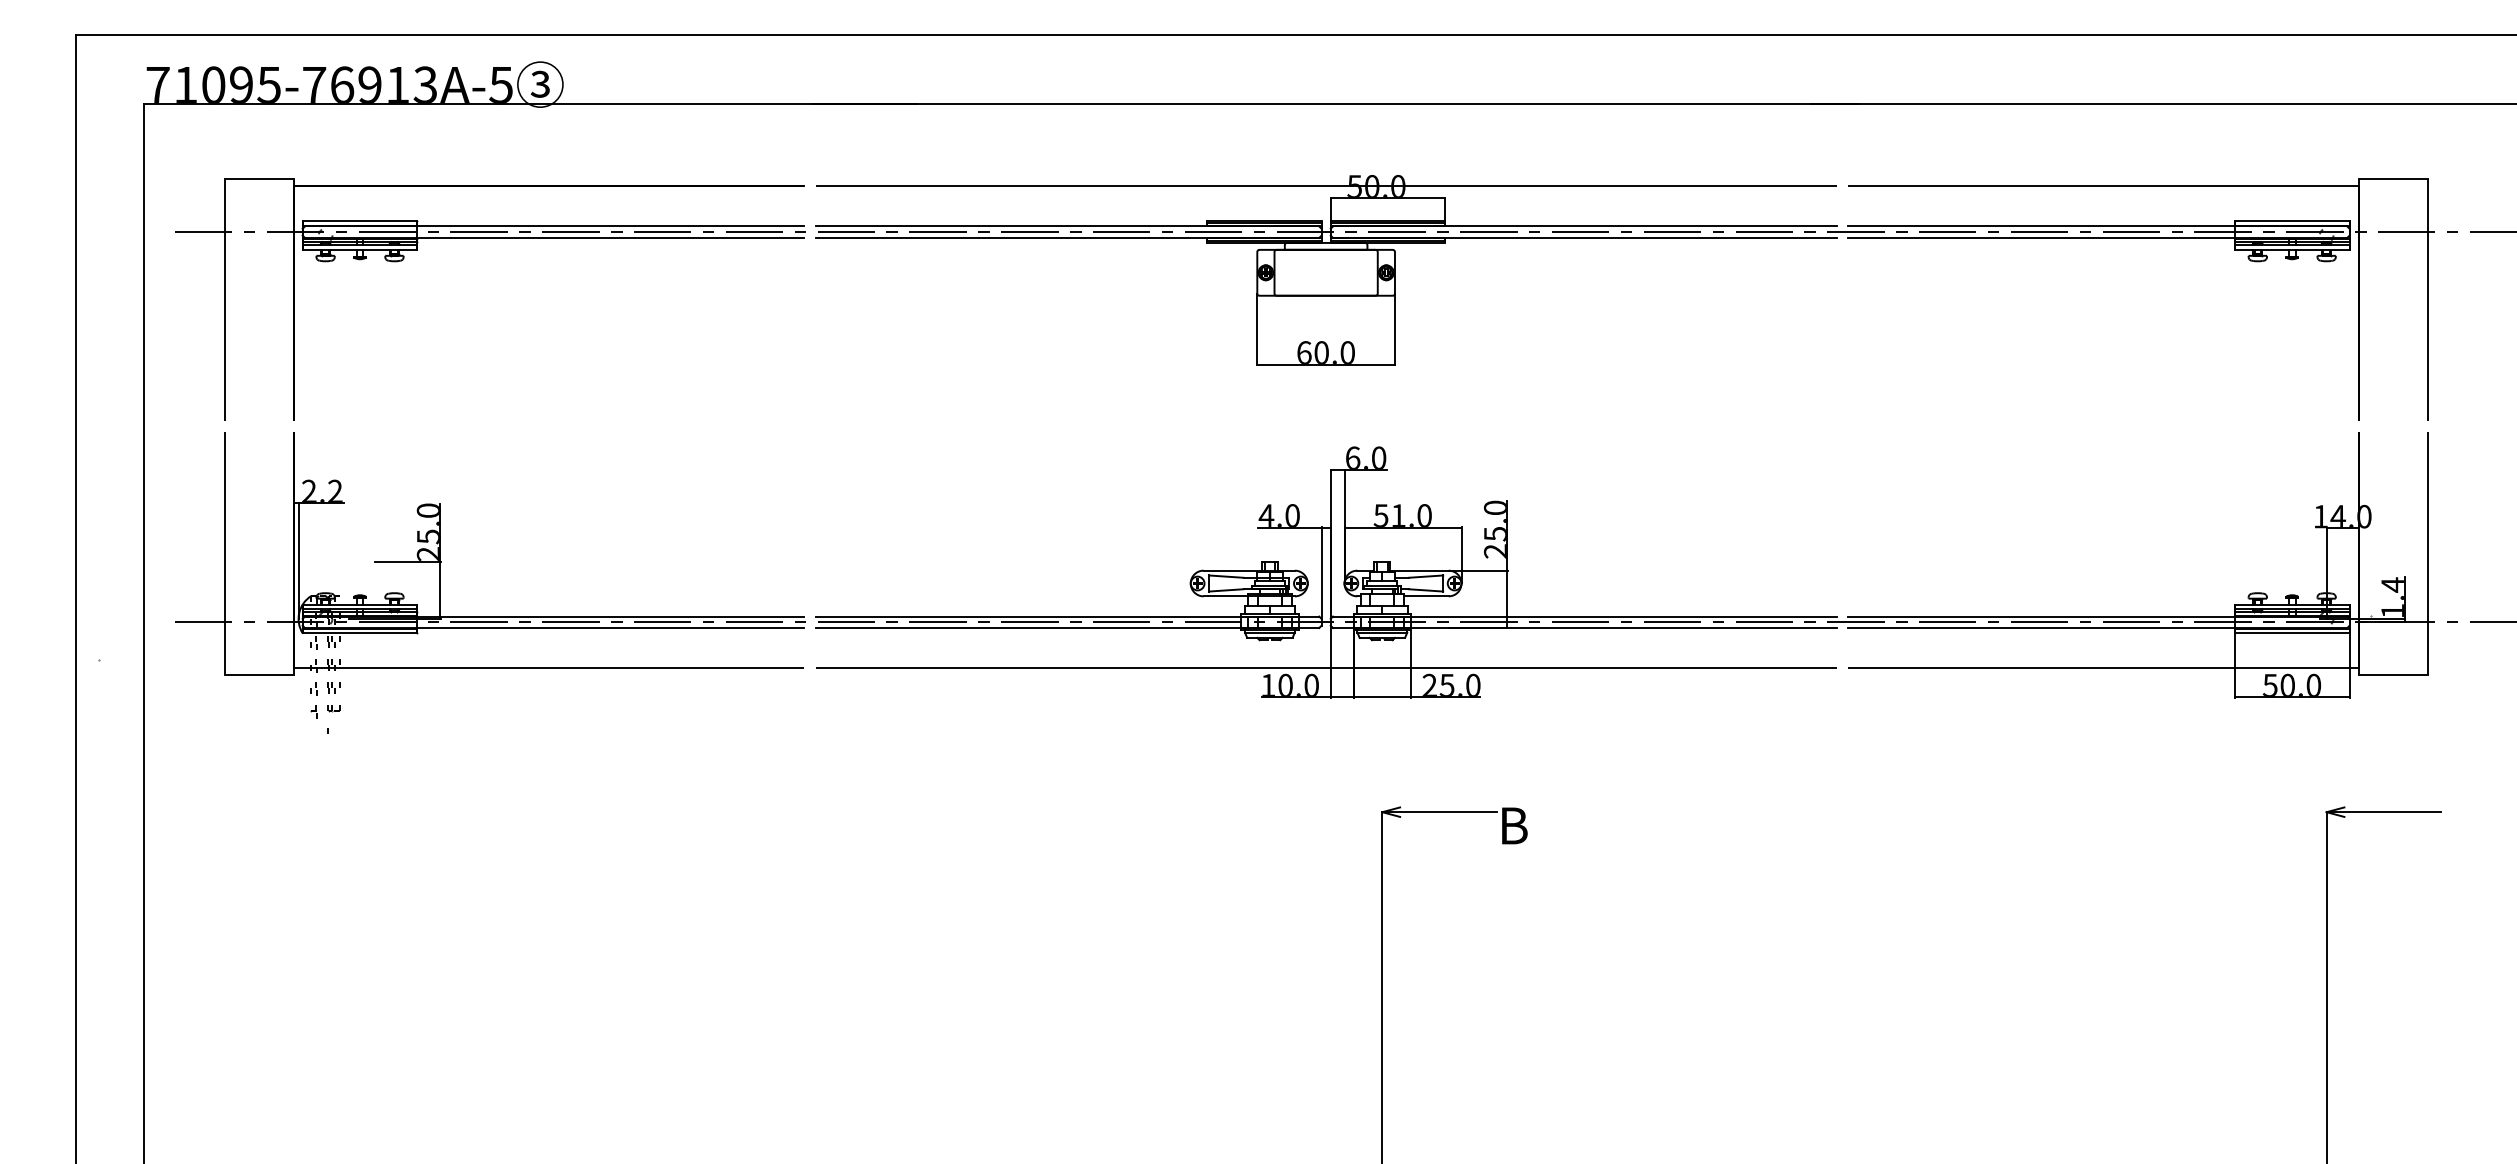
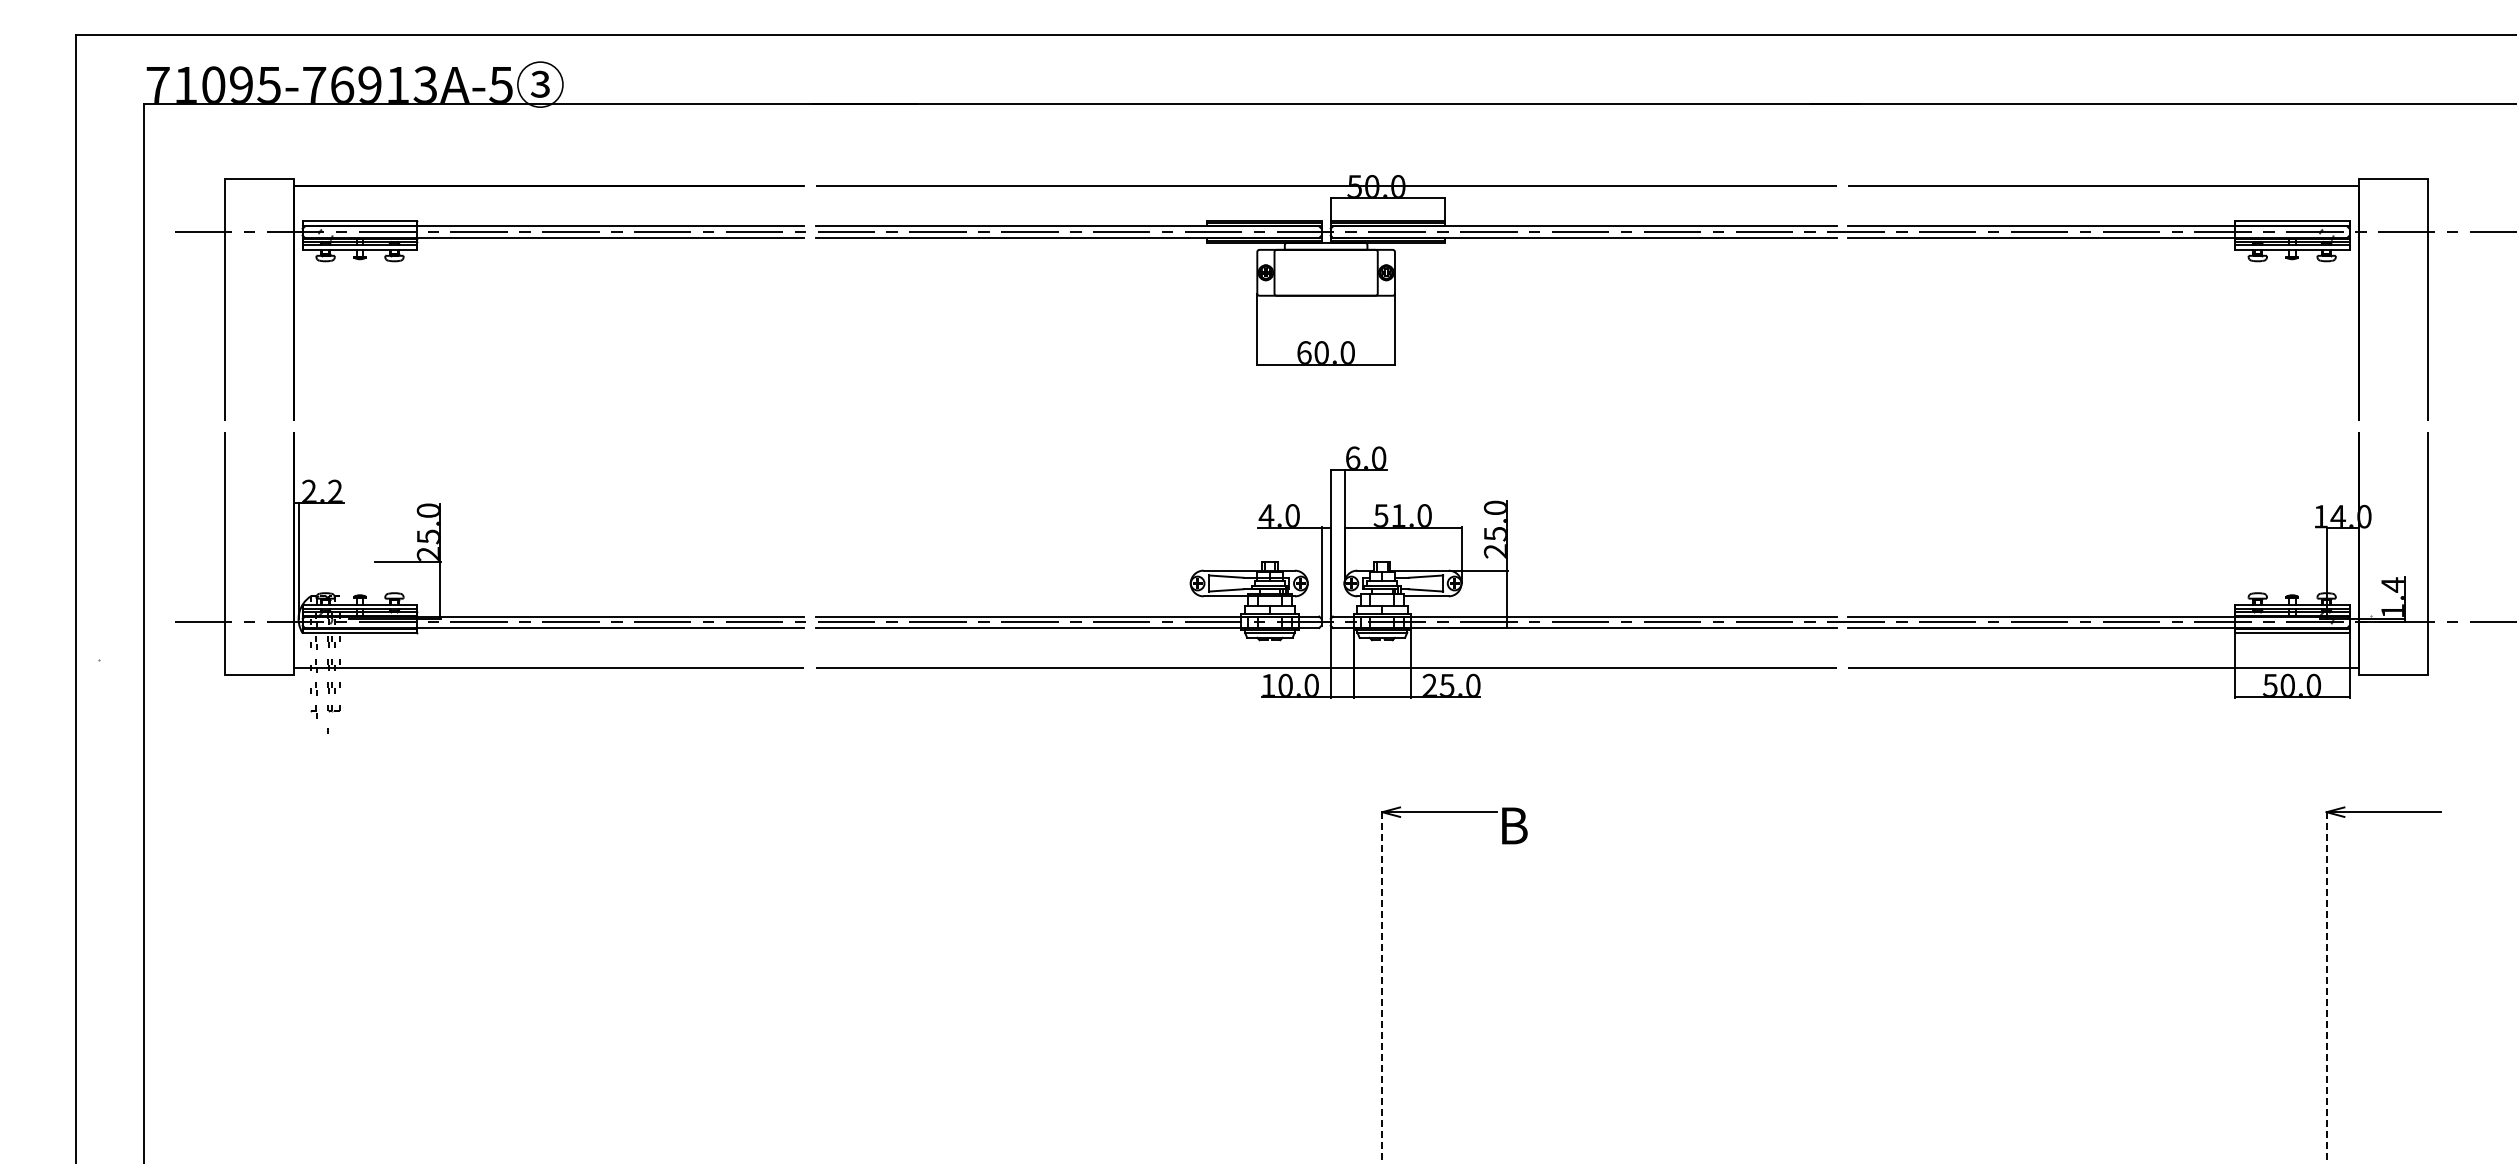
line at (1382, 988): solid -> dashed
line at (2326, 988): solid -> dashed
